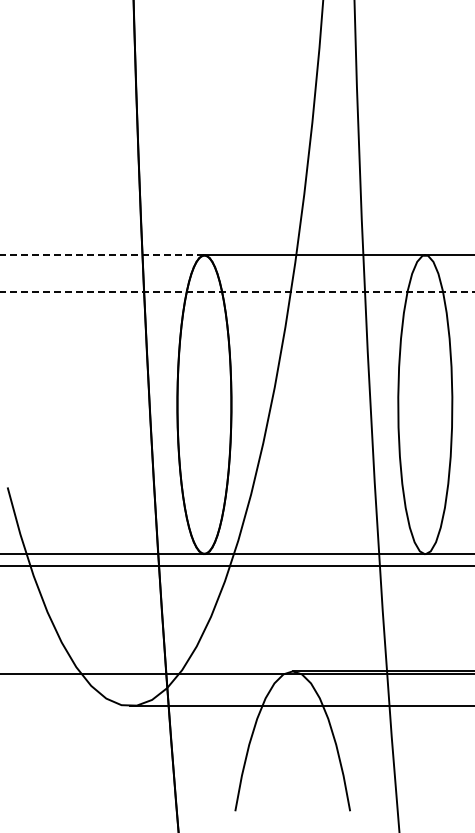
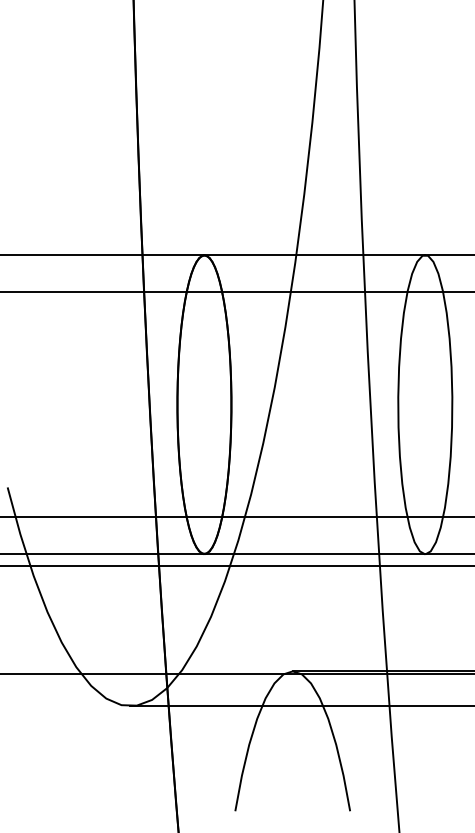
line at (102, 255): dashed -> solid
line at (237, 292): dashed -> solid
line at (236, 517): none -> present
